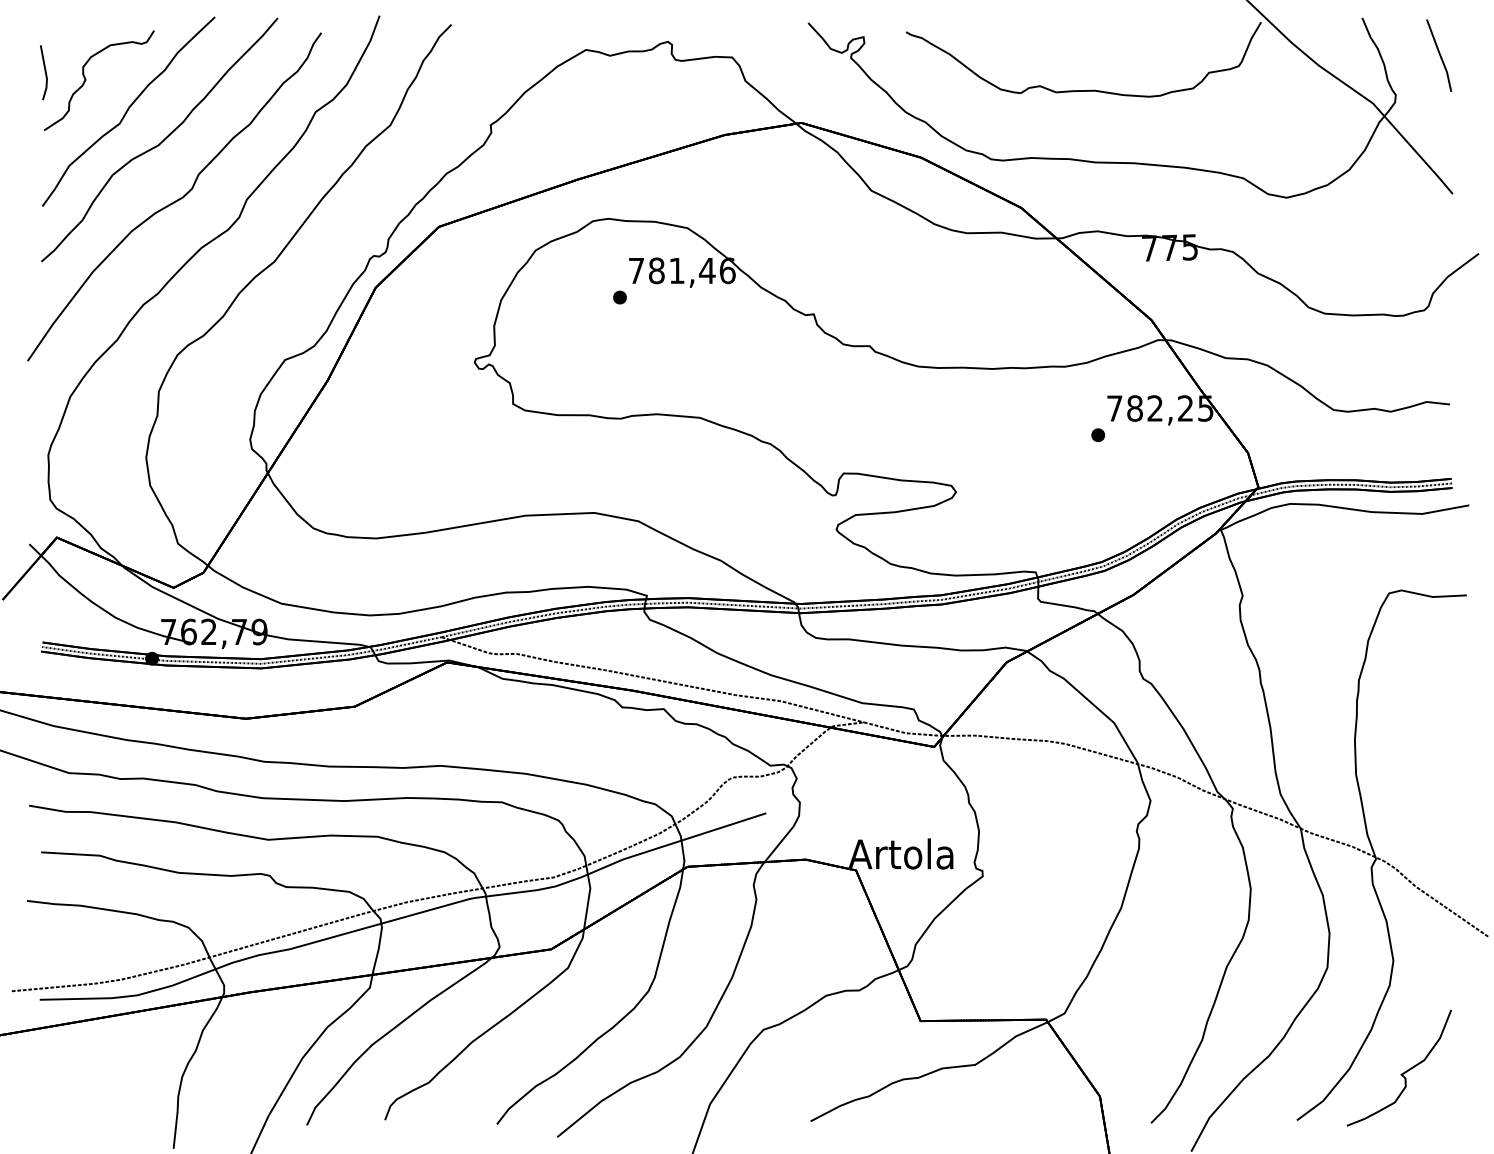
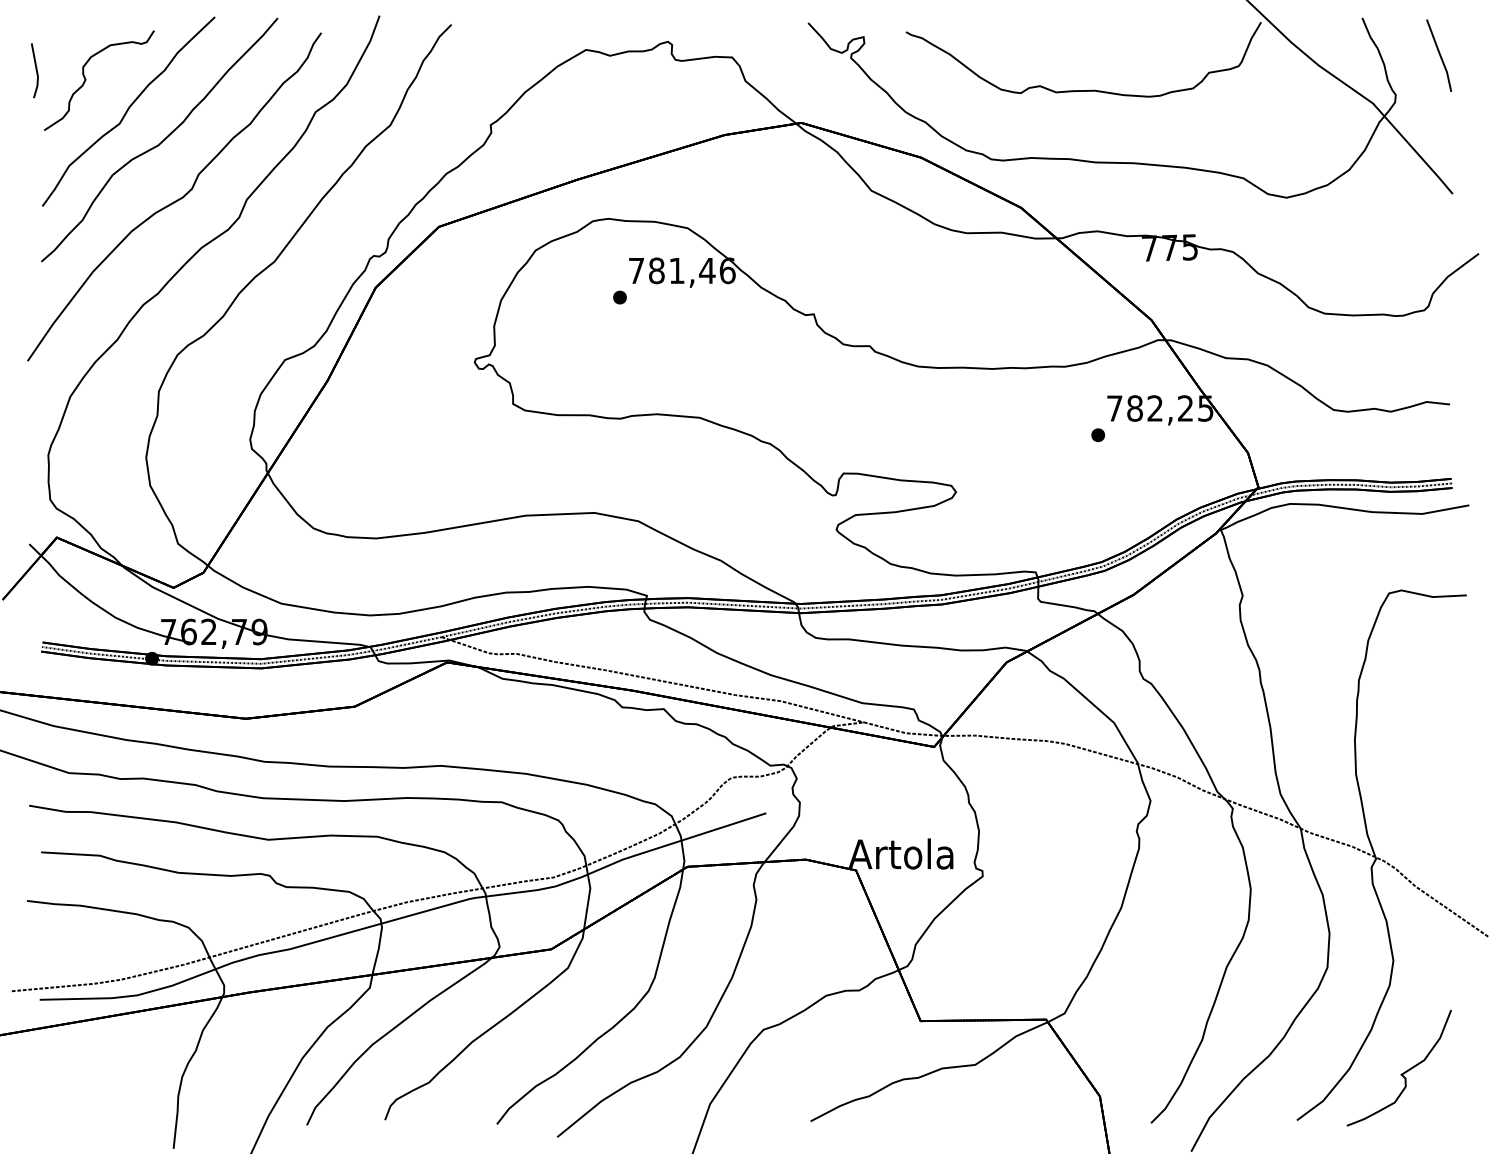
line at (44, 72) position: (44, 72) -> (35, 70)
